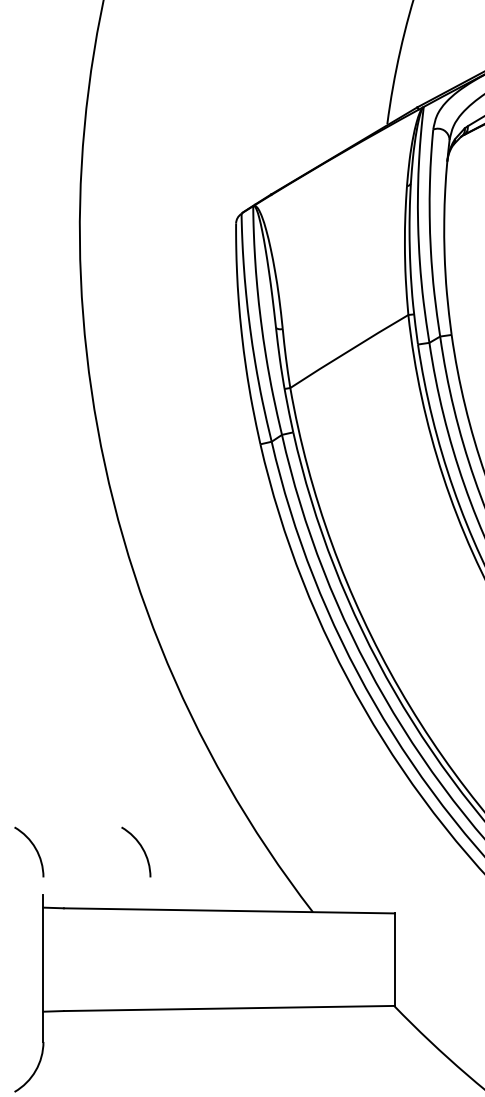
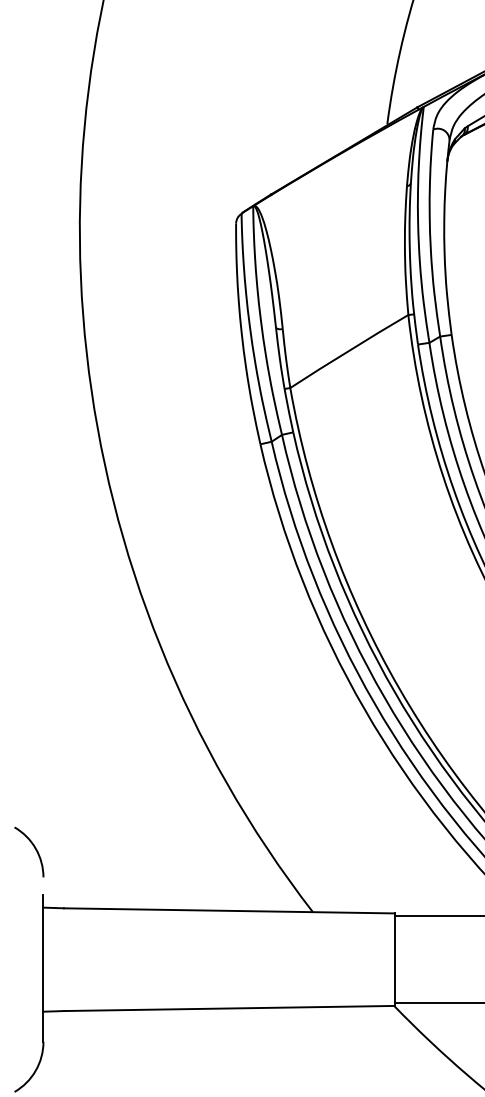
arc at (141, 848): present -> none
line at (437, 916): none -> present
line at (437, 1003): none -> present
